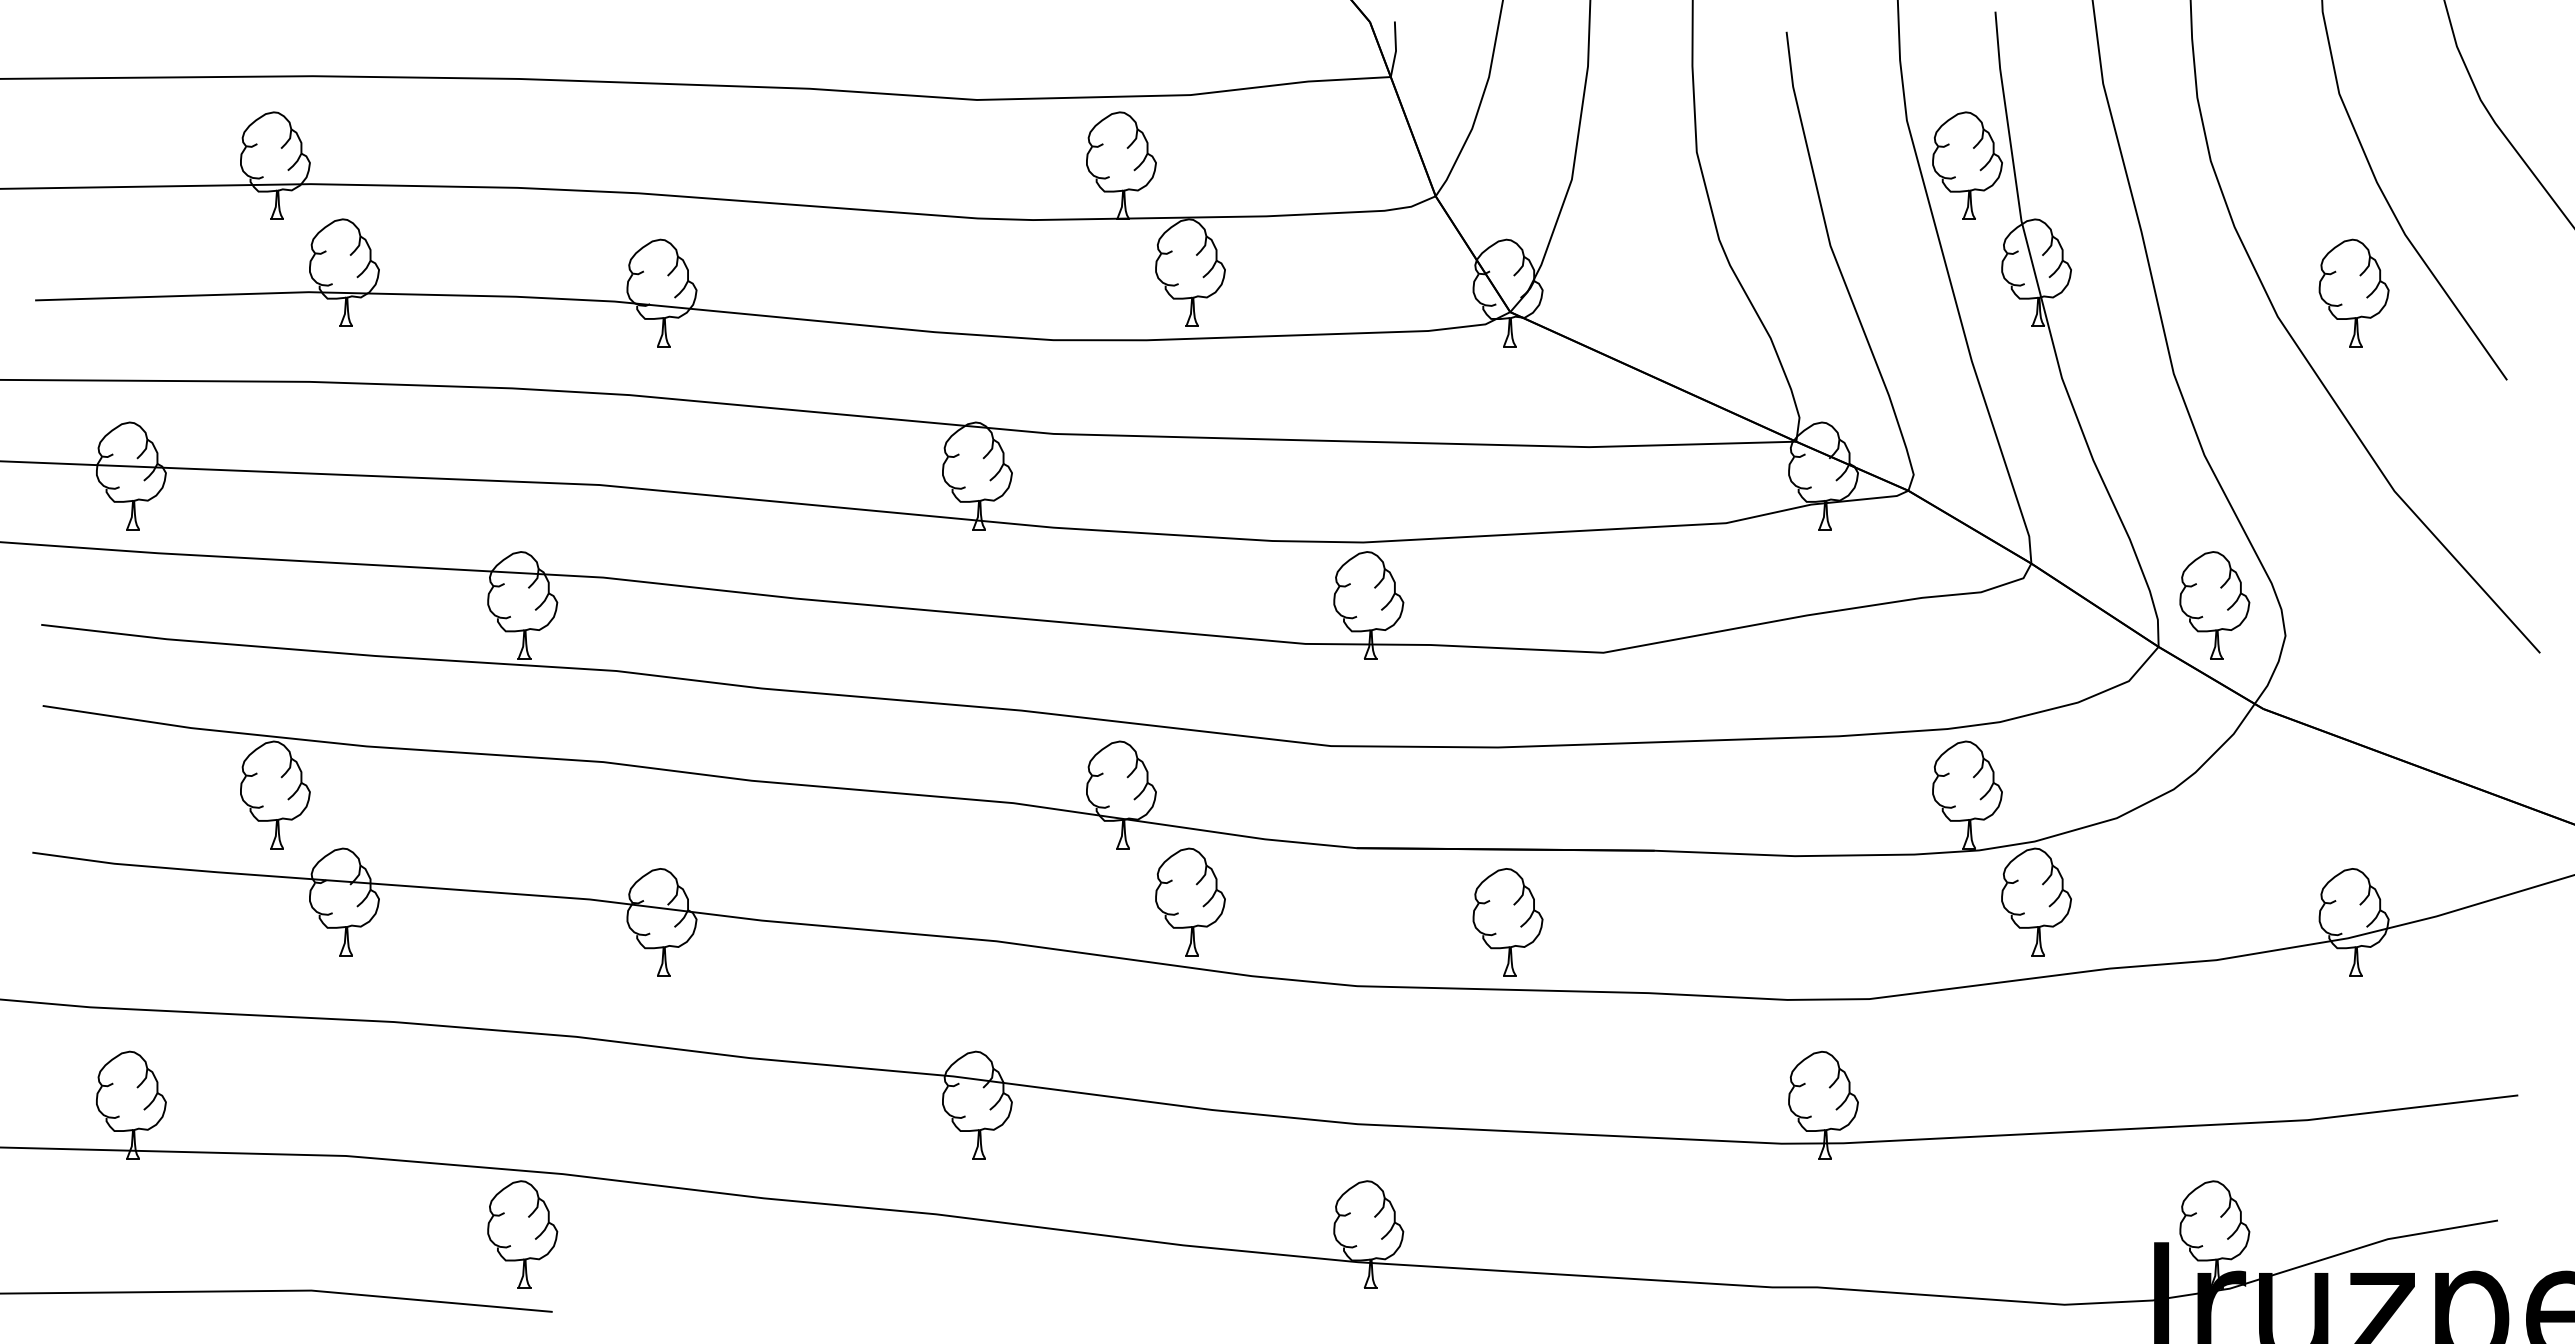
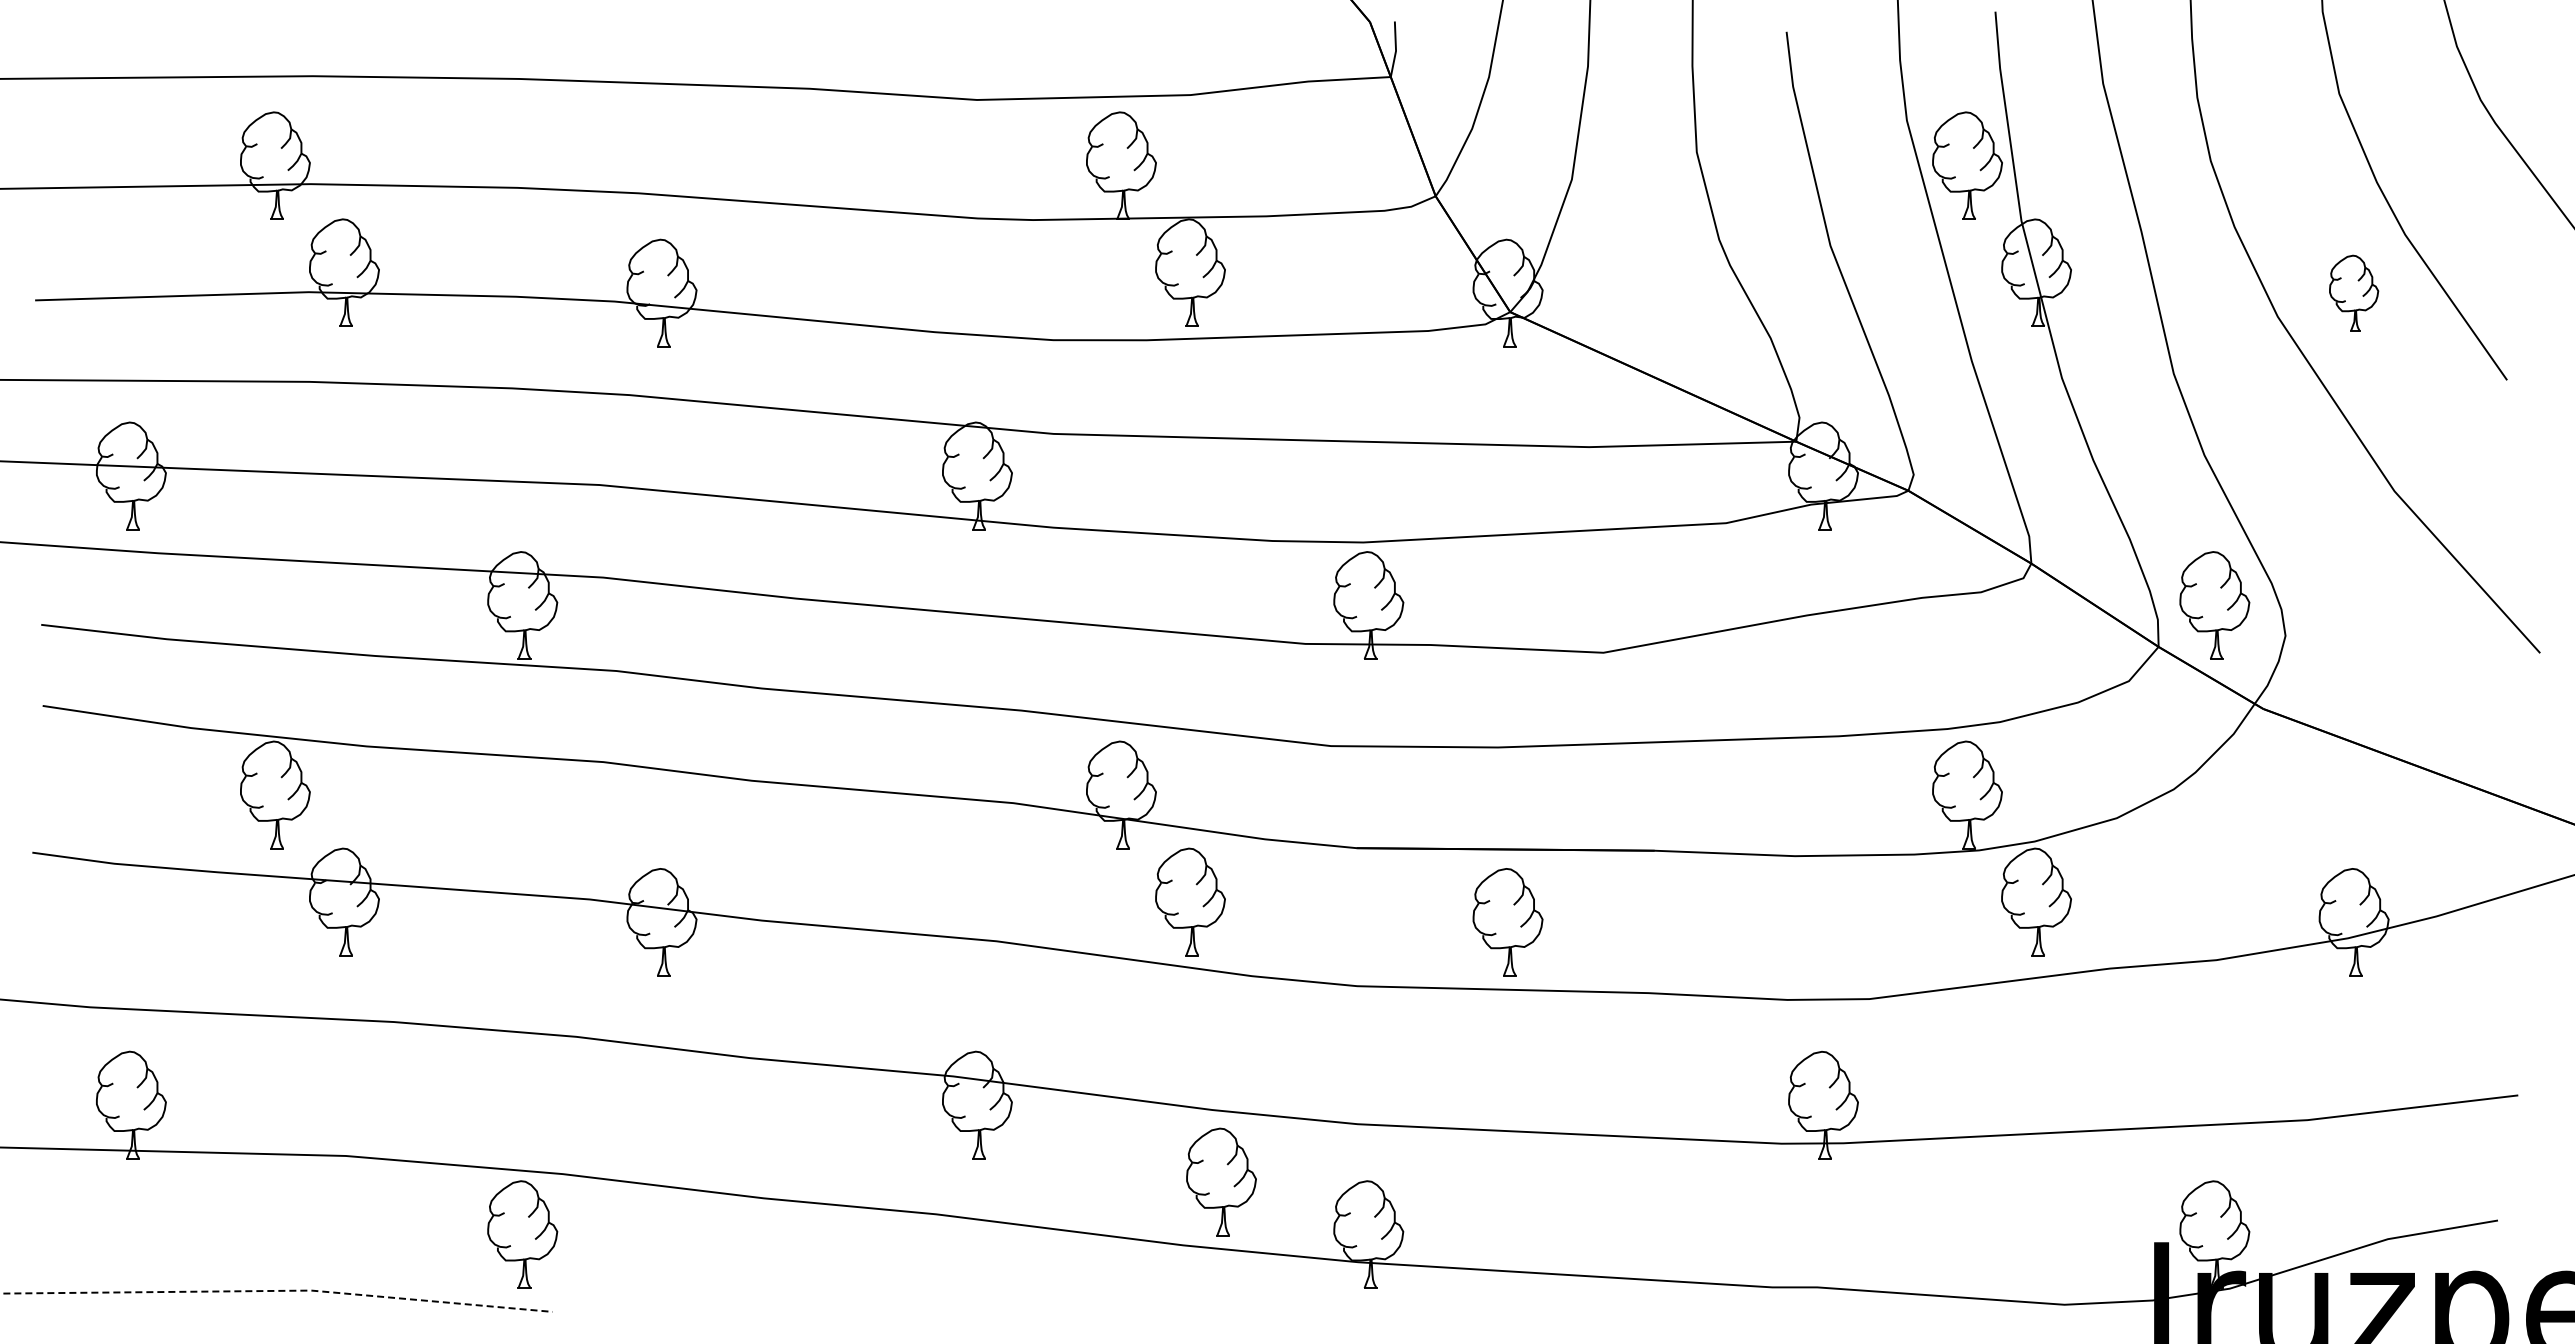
part at (2353, 292) size: 72x110 px -> 51x78 px
part at (1221, 1181): none -> present
line at (278, 1290): solid -> dashed
